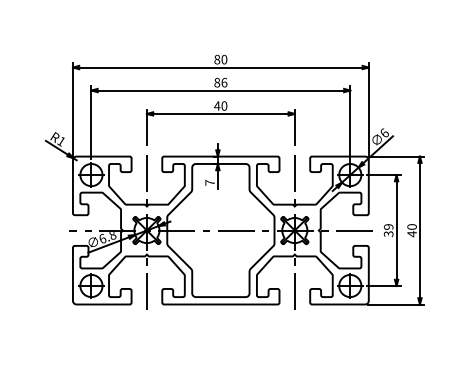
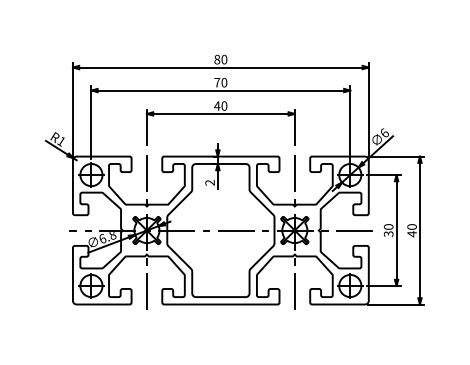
text at (220, 82): 86 -> 70
text at (209, 182): 7 -> 2
text at (388, 226): 39 -> 30
